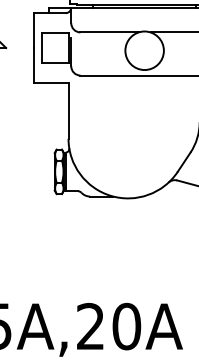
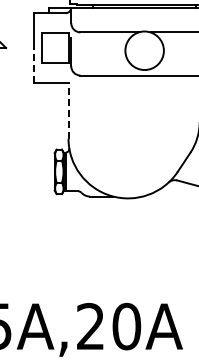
line at (33, 64): solid -> dashed
line at (68, 110): solid -> dashed
